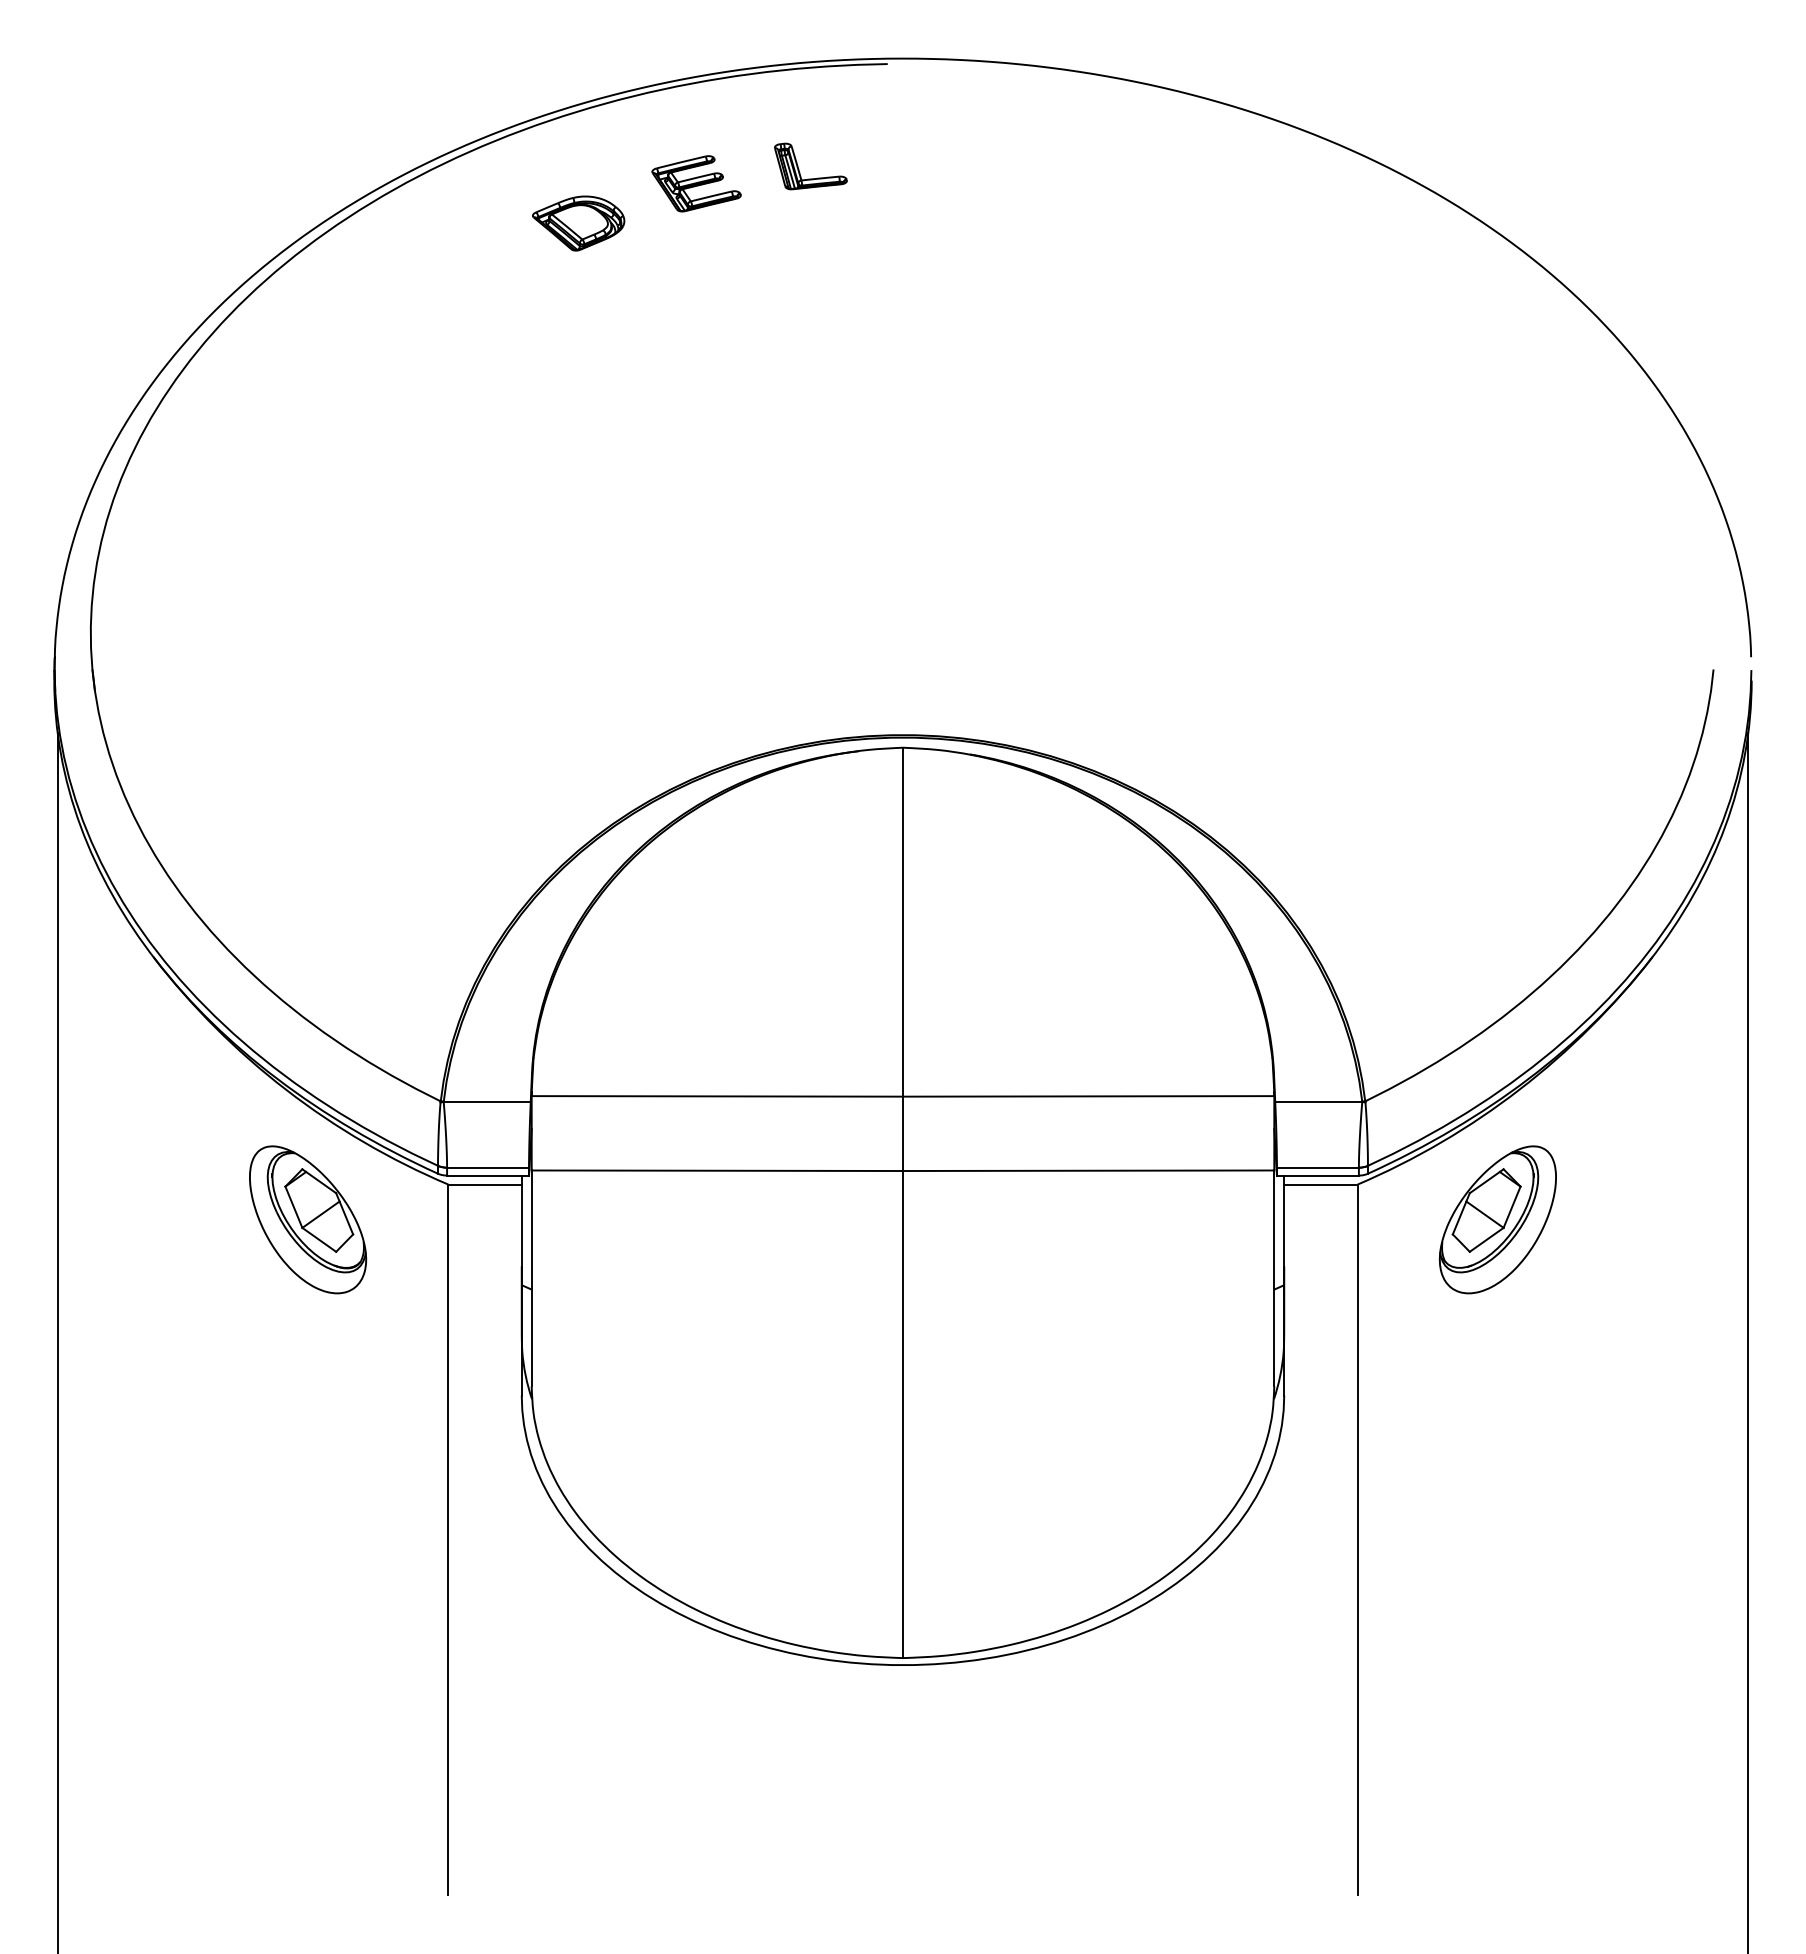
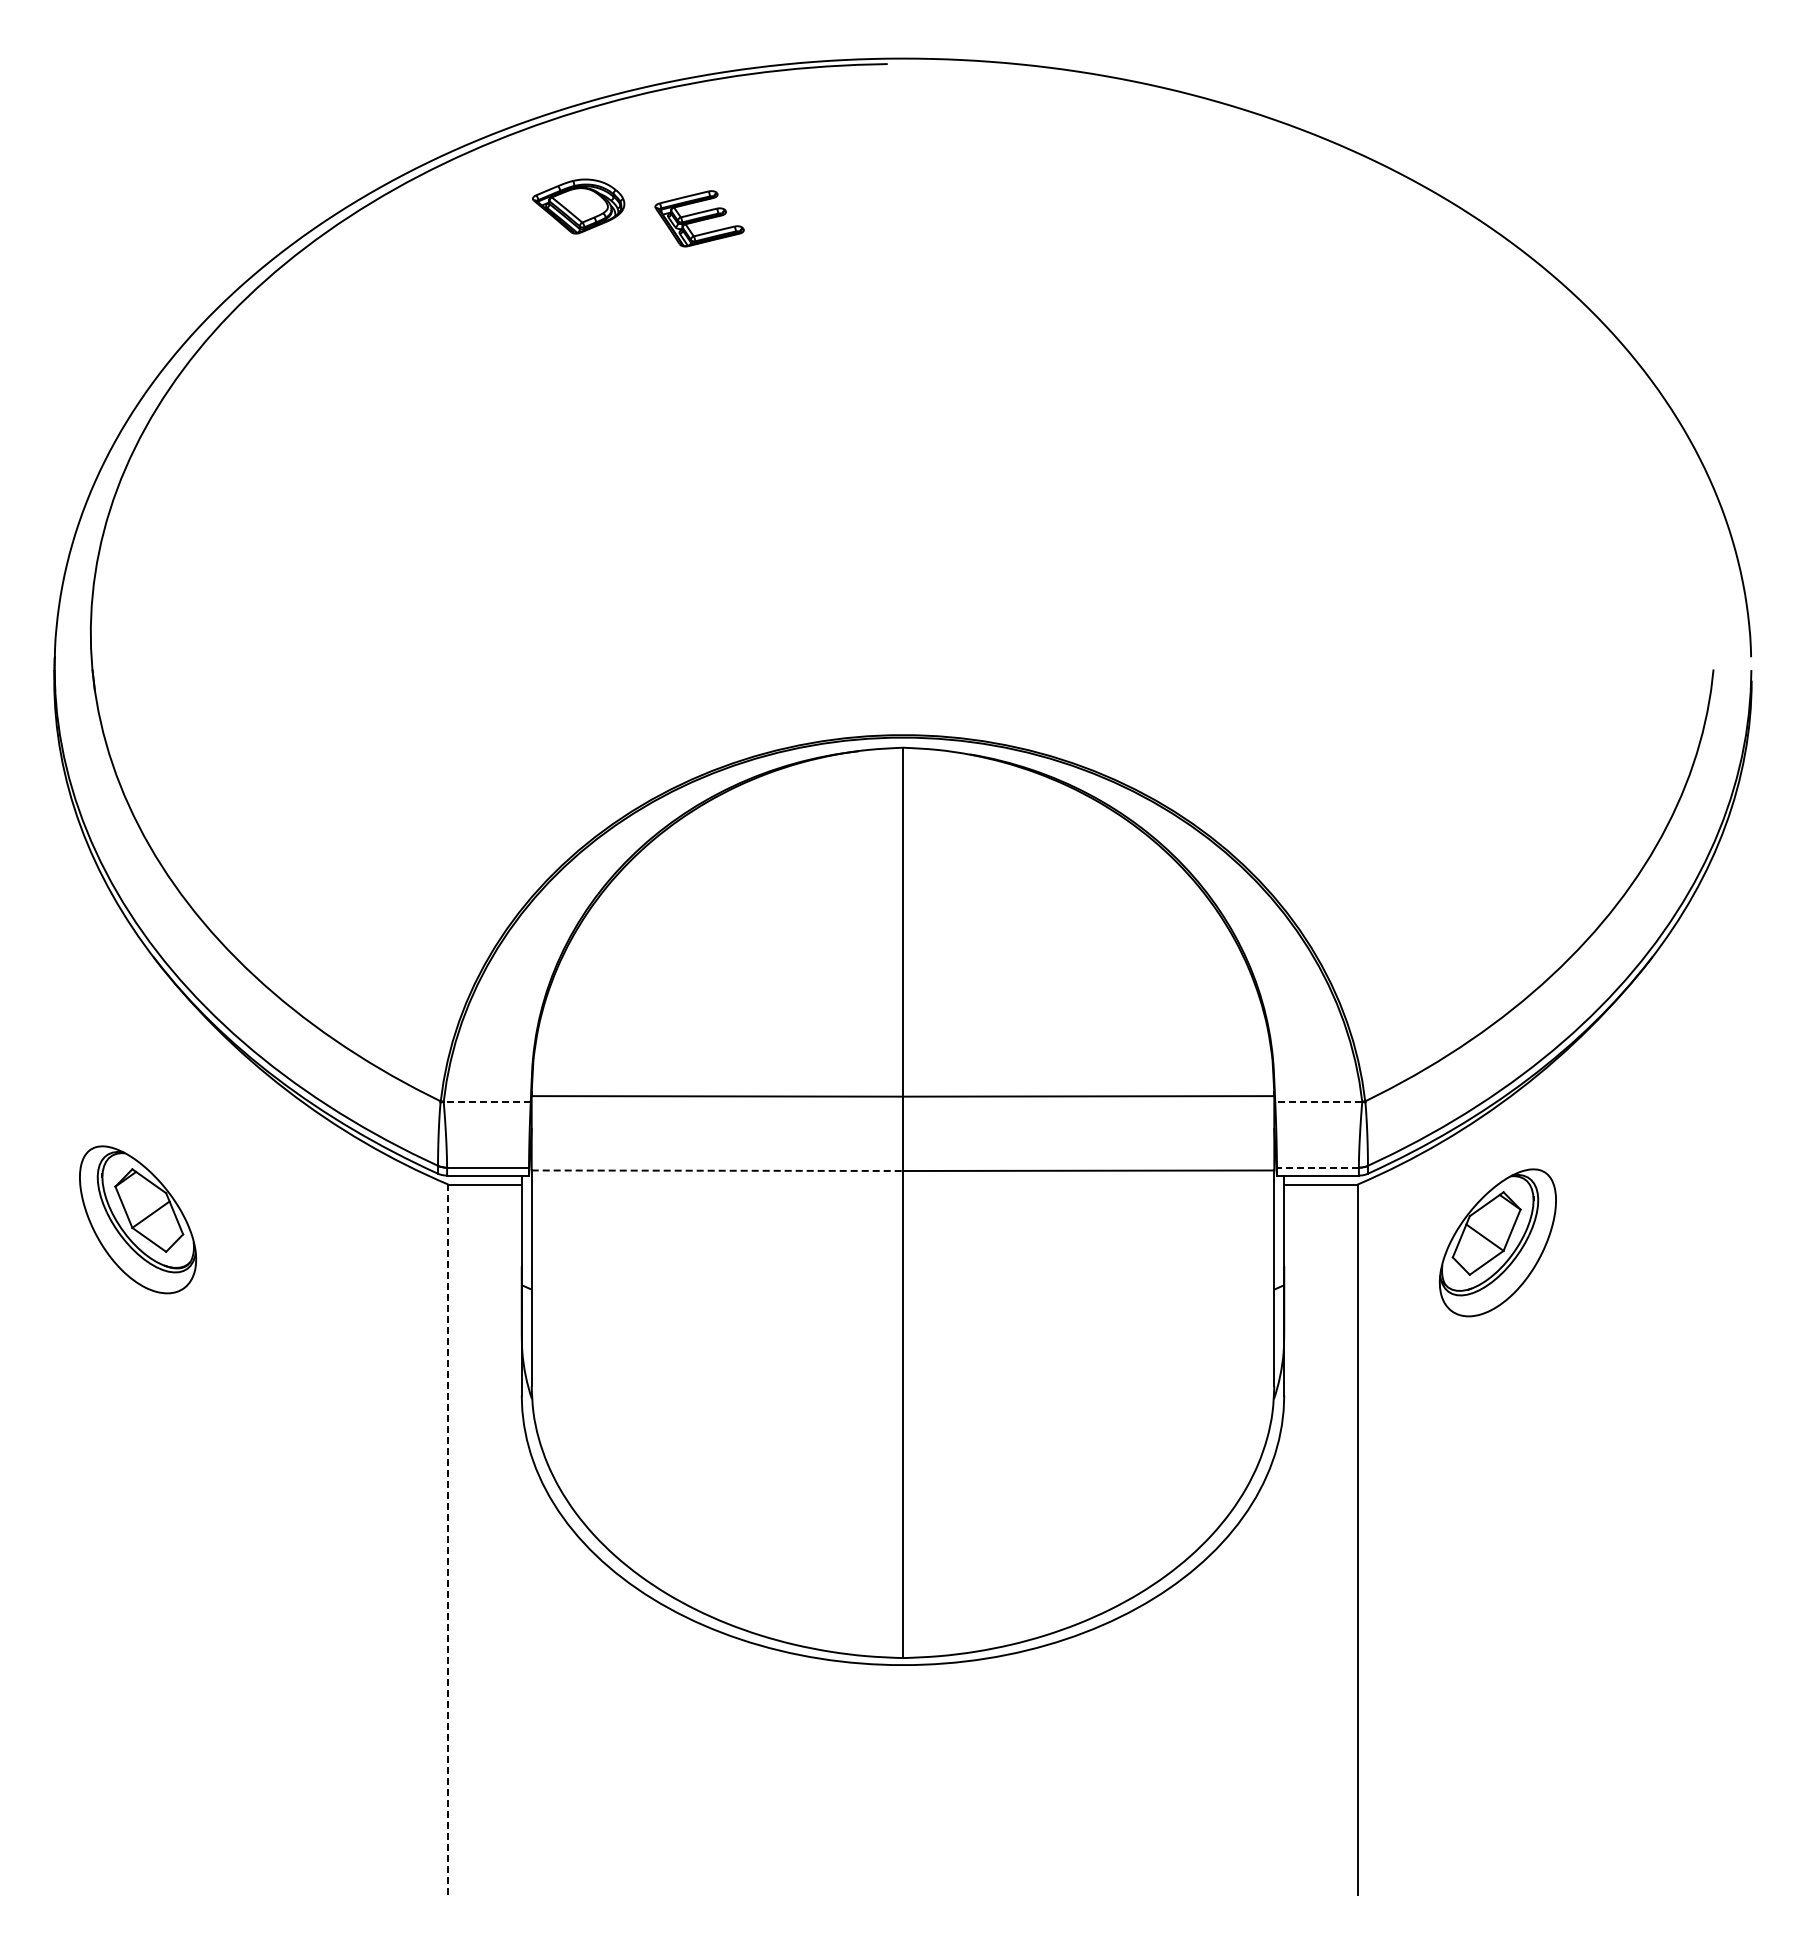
part at (799, 169): present -> none
part at (696, 183) position: (696, 183) -> (699, 218)
part at (578, 223) position: (578, 223) -> (578, 206)
line at (487, 1102): solid -> dashed
line at (1318, 1102): solid -> dashed
line at (1317, 1167): solid -> dashed
line at (717, 1170): solid -> dashed
part at (308, 1219) position: (308, 1219) -> (138, 1219)
part at (1497, 1219) position: (1497, 1219) -> (1497, 1242)
line at (57, 1341): present -> none
line at (1748, 1341): present -> none
line at (448, 1539): solid -> dashed
